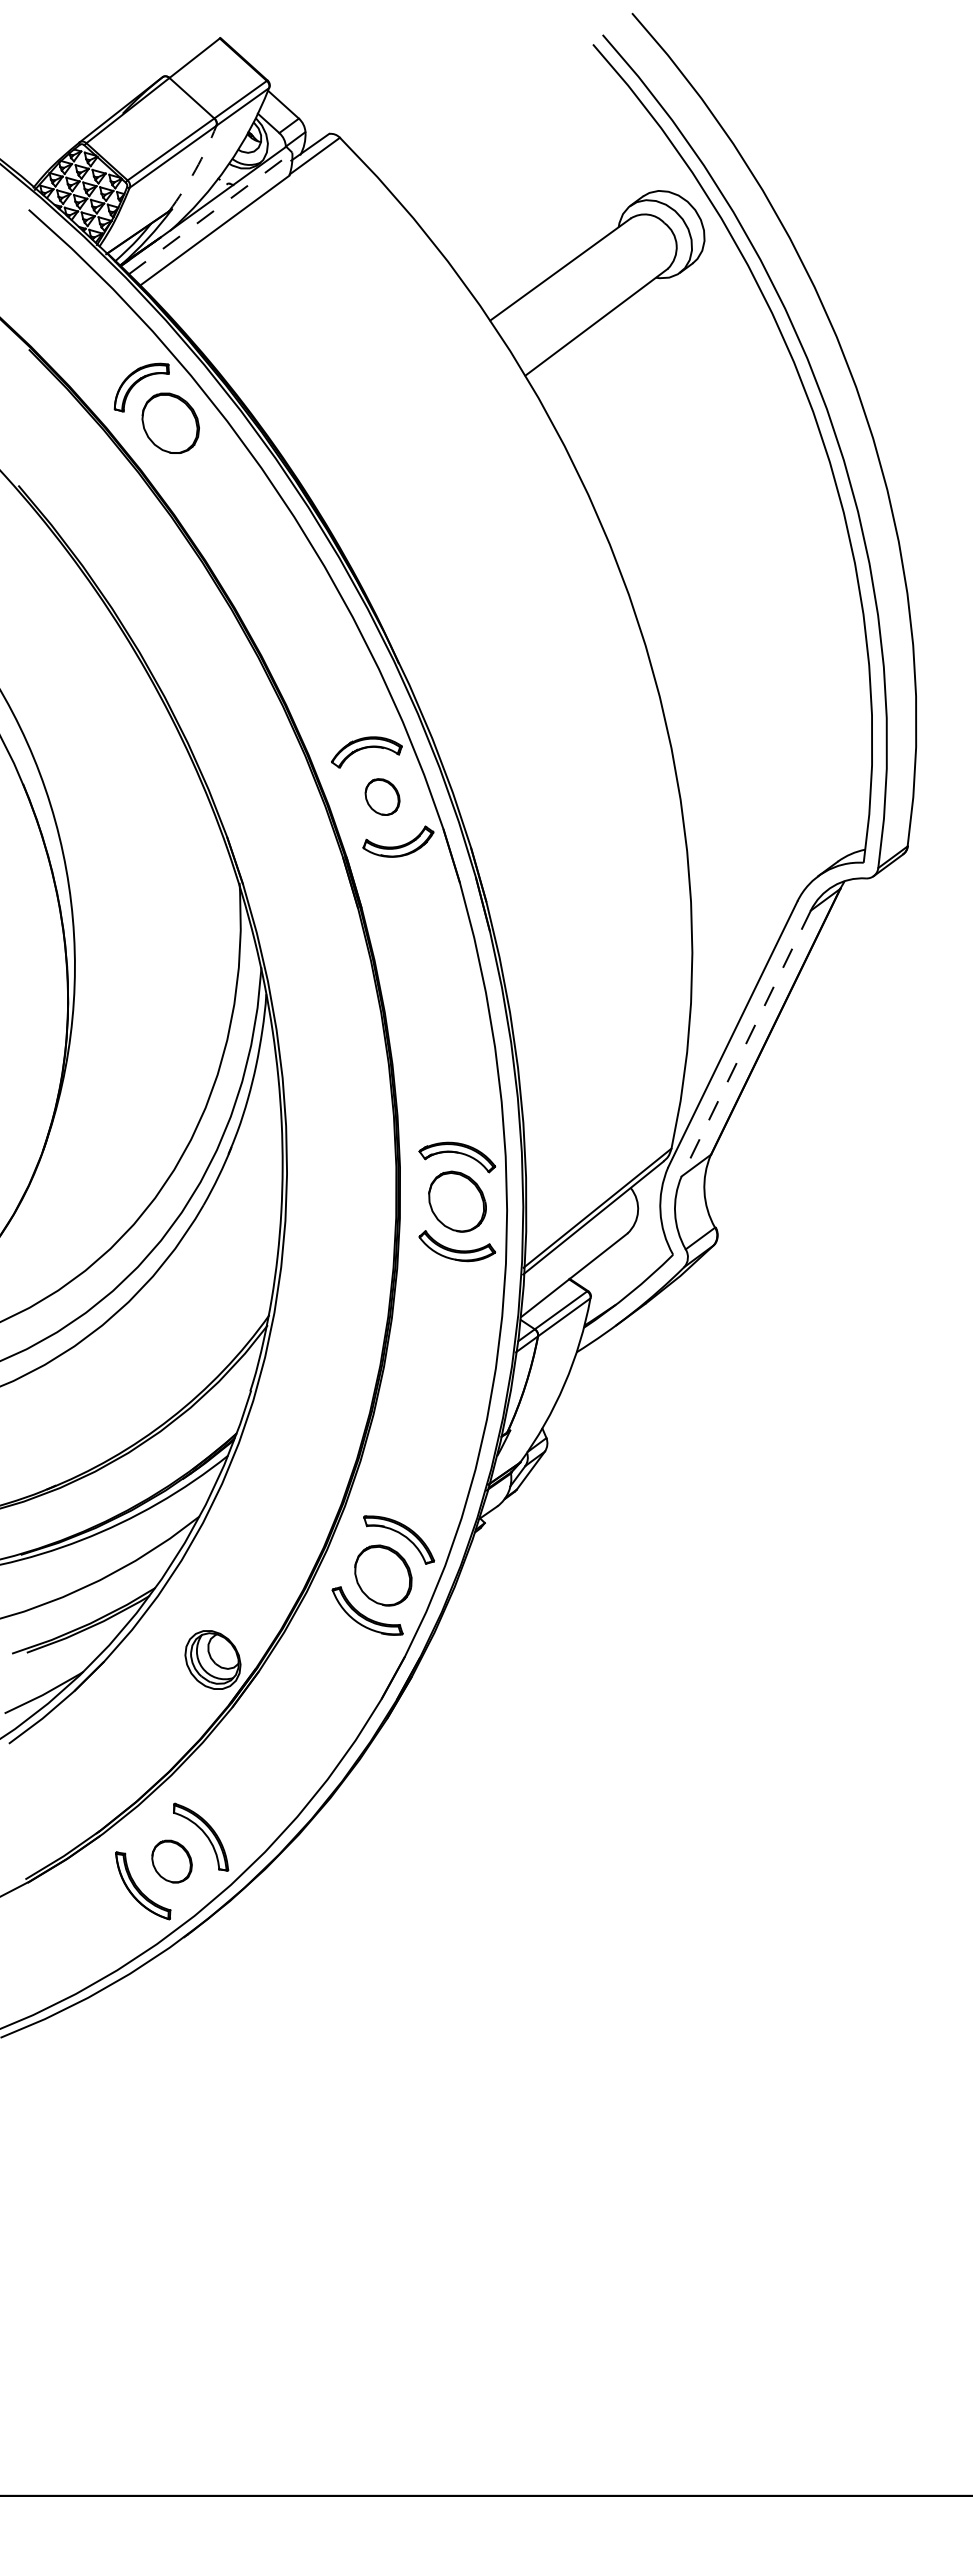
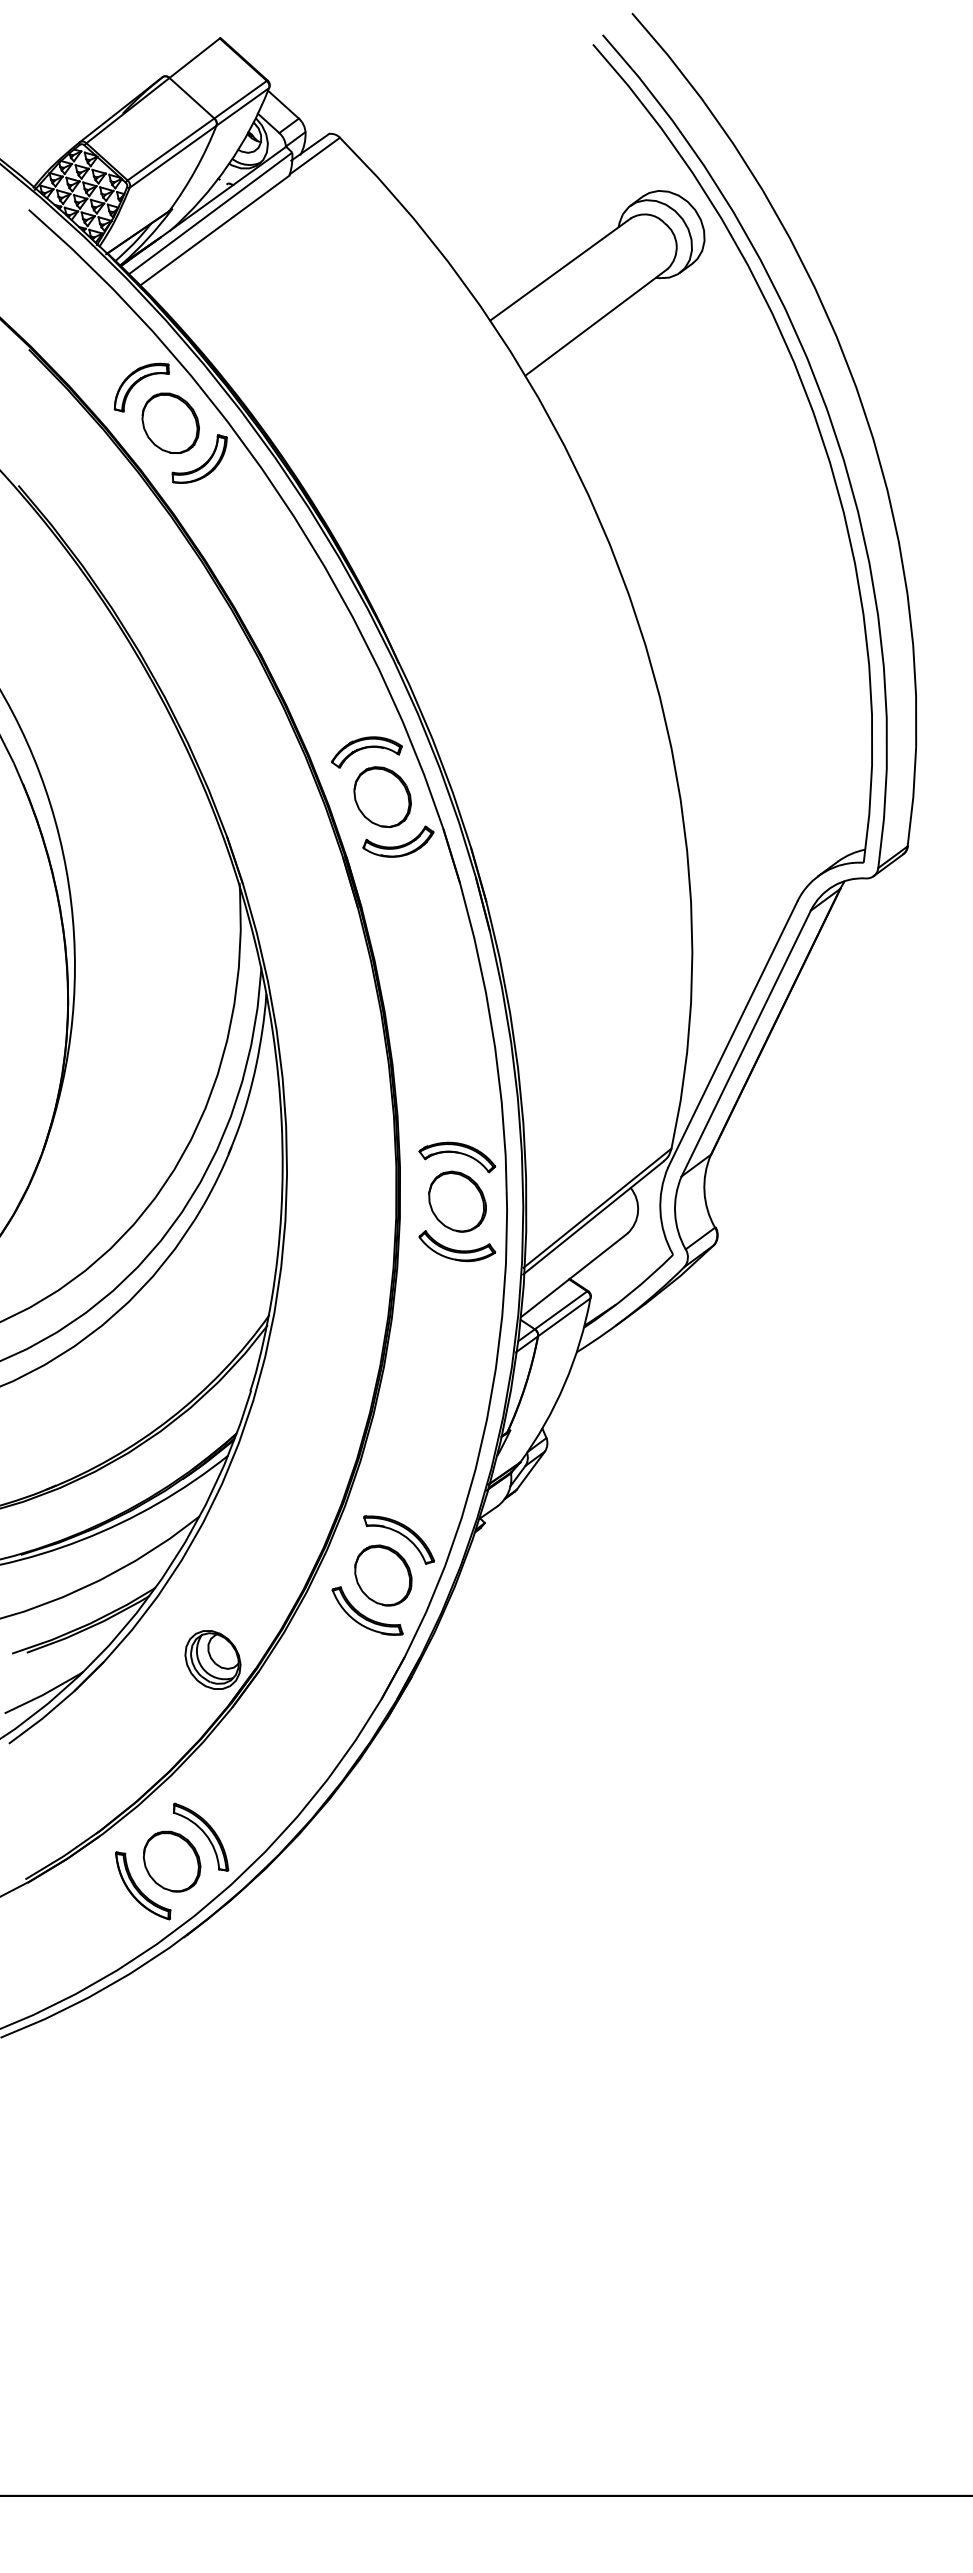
arc at (195, 170): dashed -> solid
line at (210, 213): dashed -> solid
part at (202, 464): none -> present
part at (382, 796) size: 37x38 px -> 59x62 px
line at (746, 1043): dashed -> solid
part at (171, 1861) size: 42x45 px -> 60x63 px
